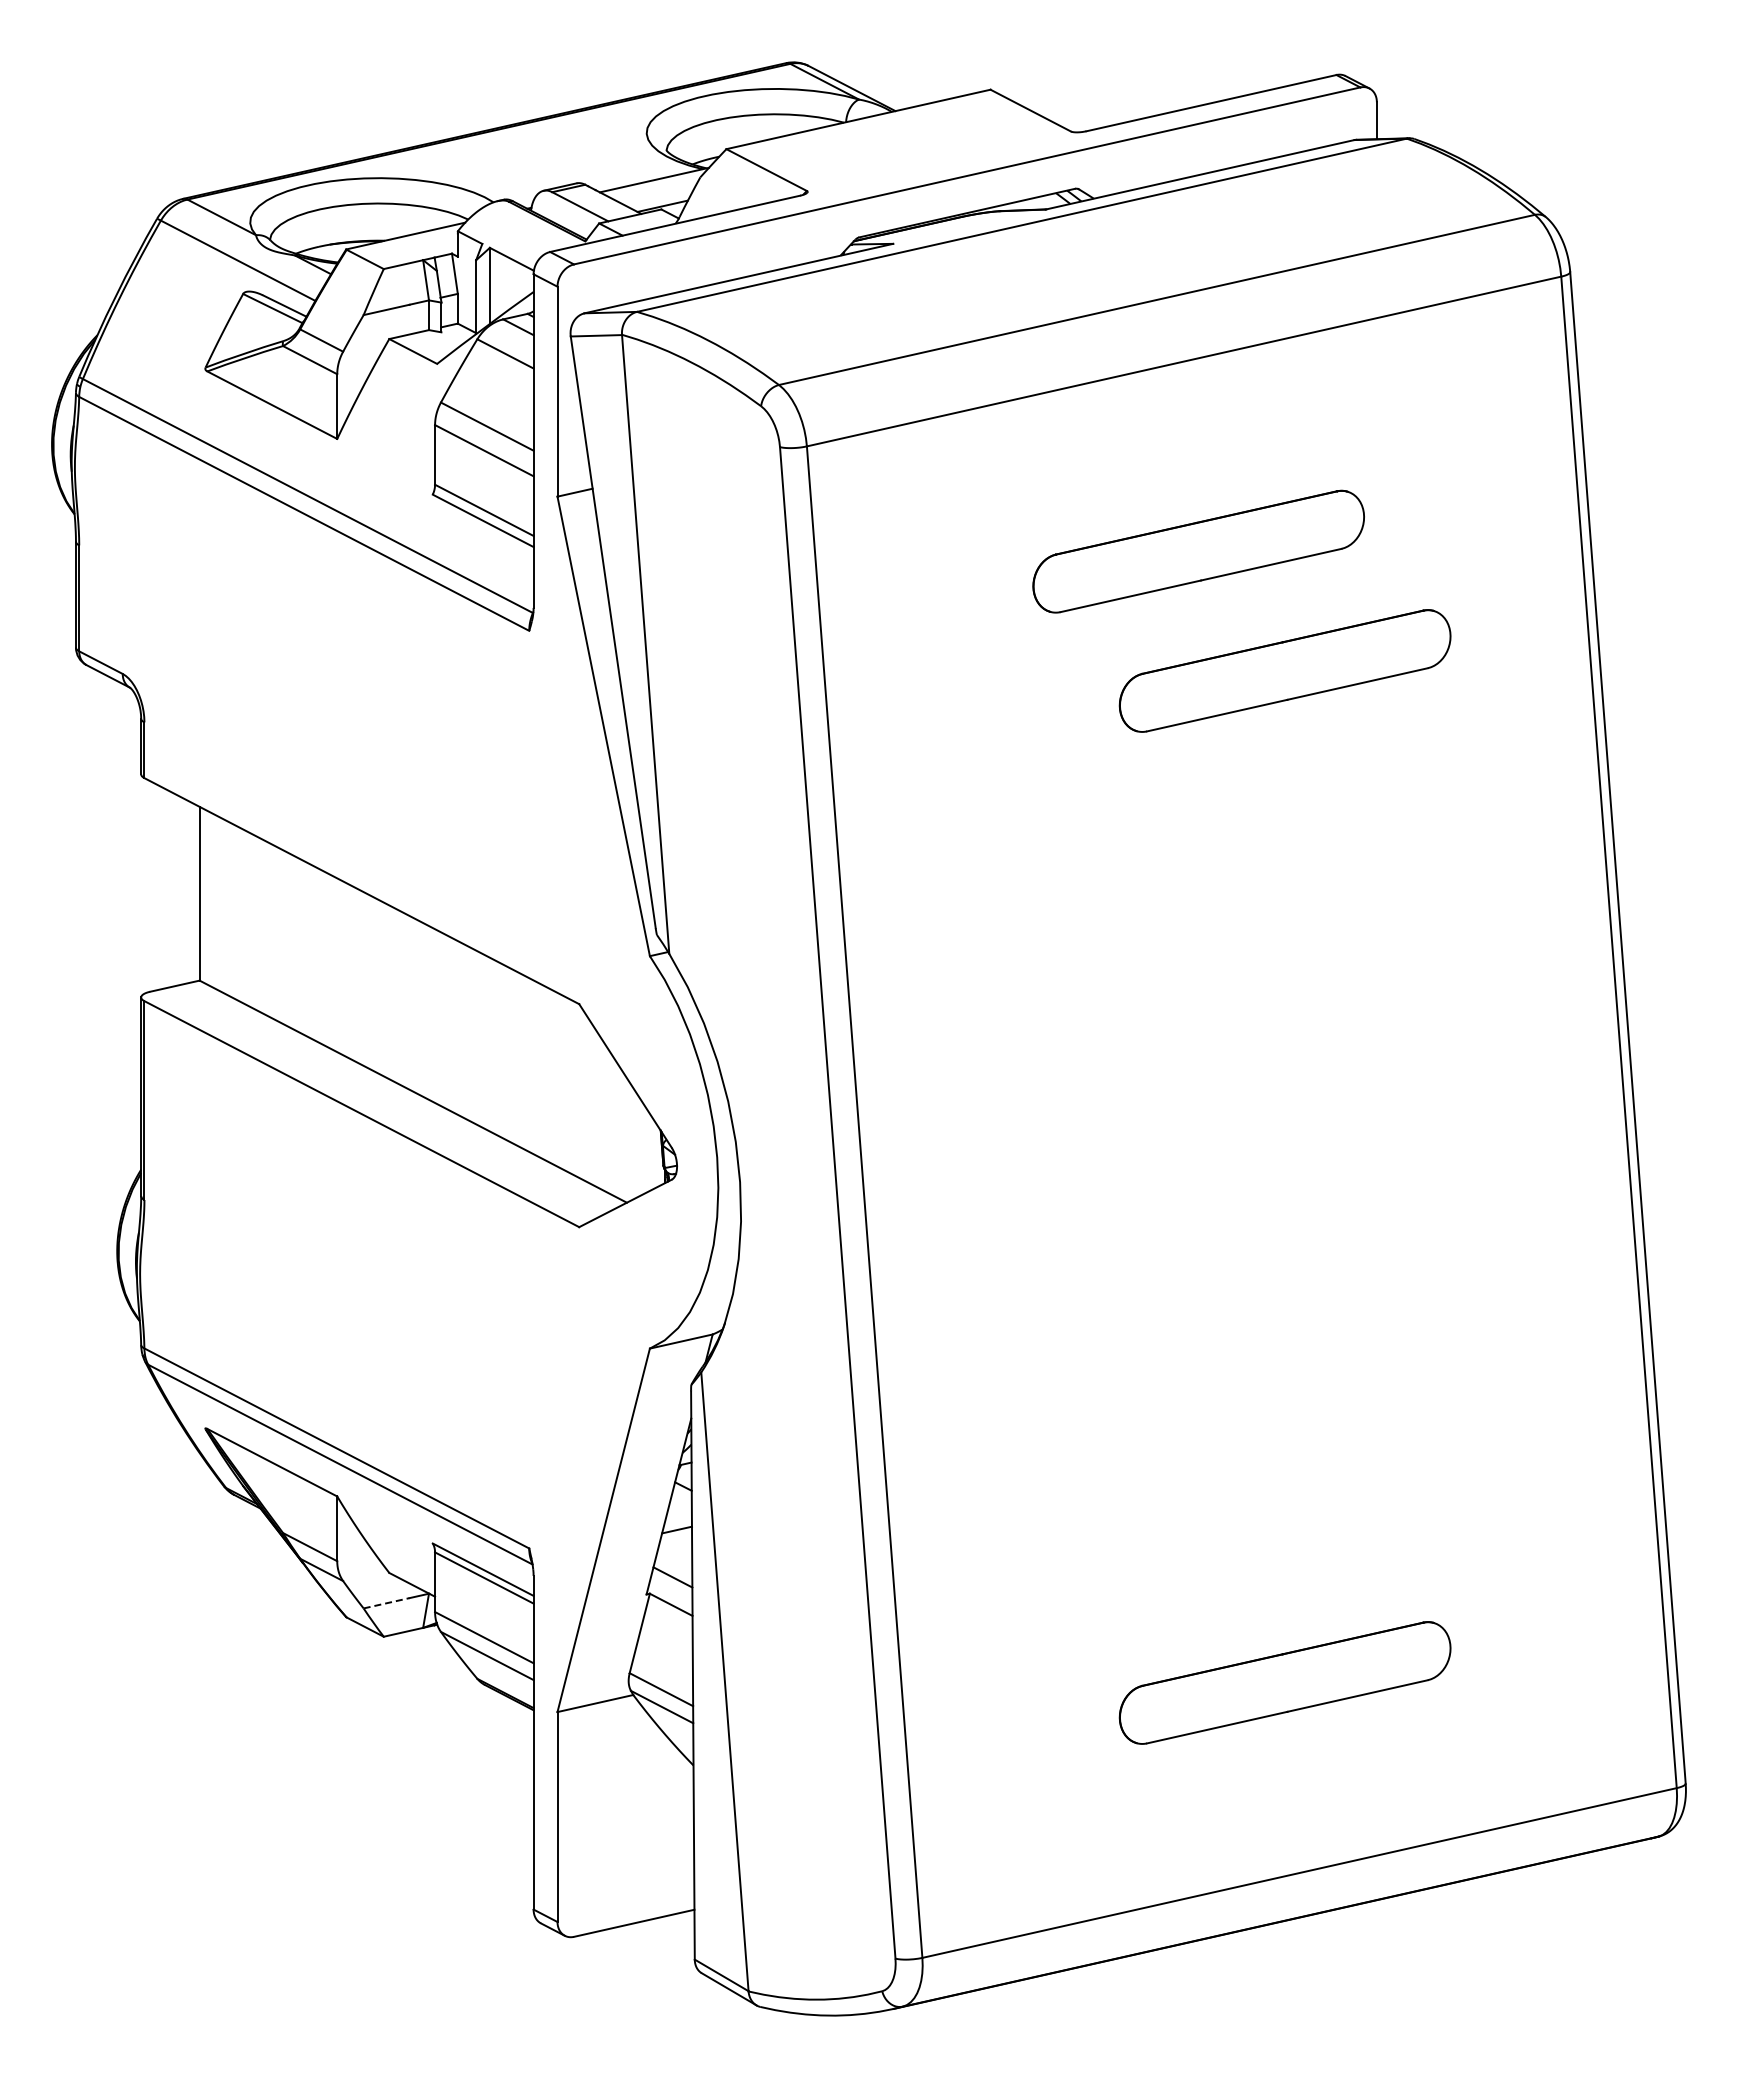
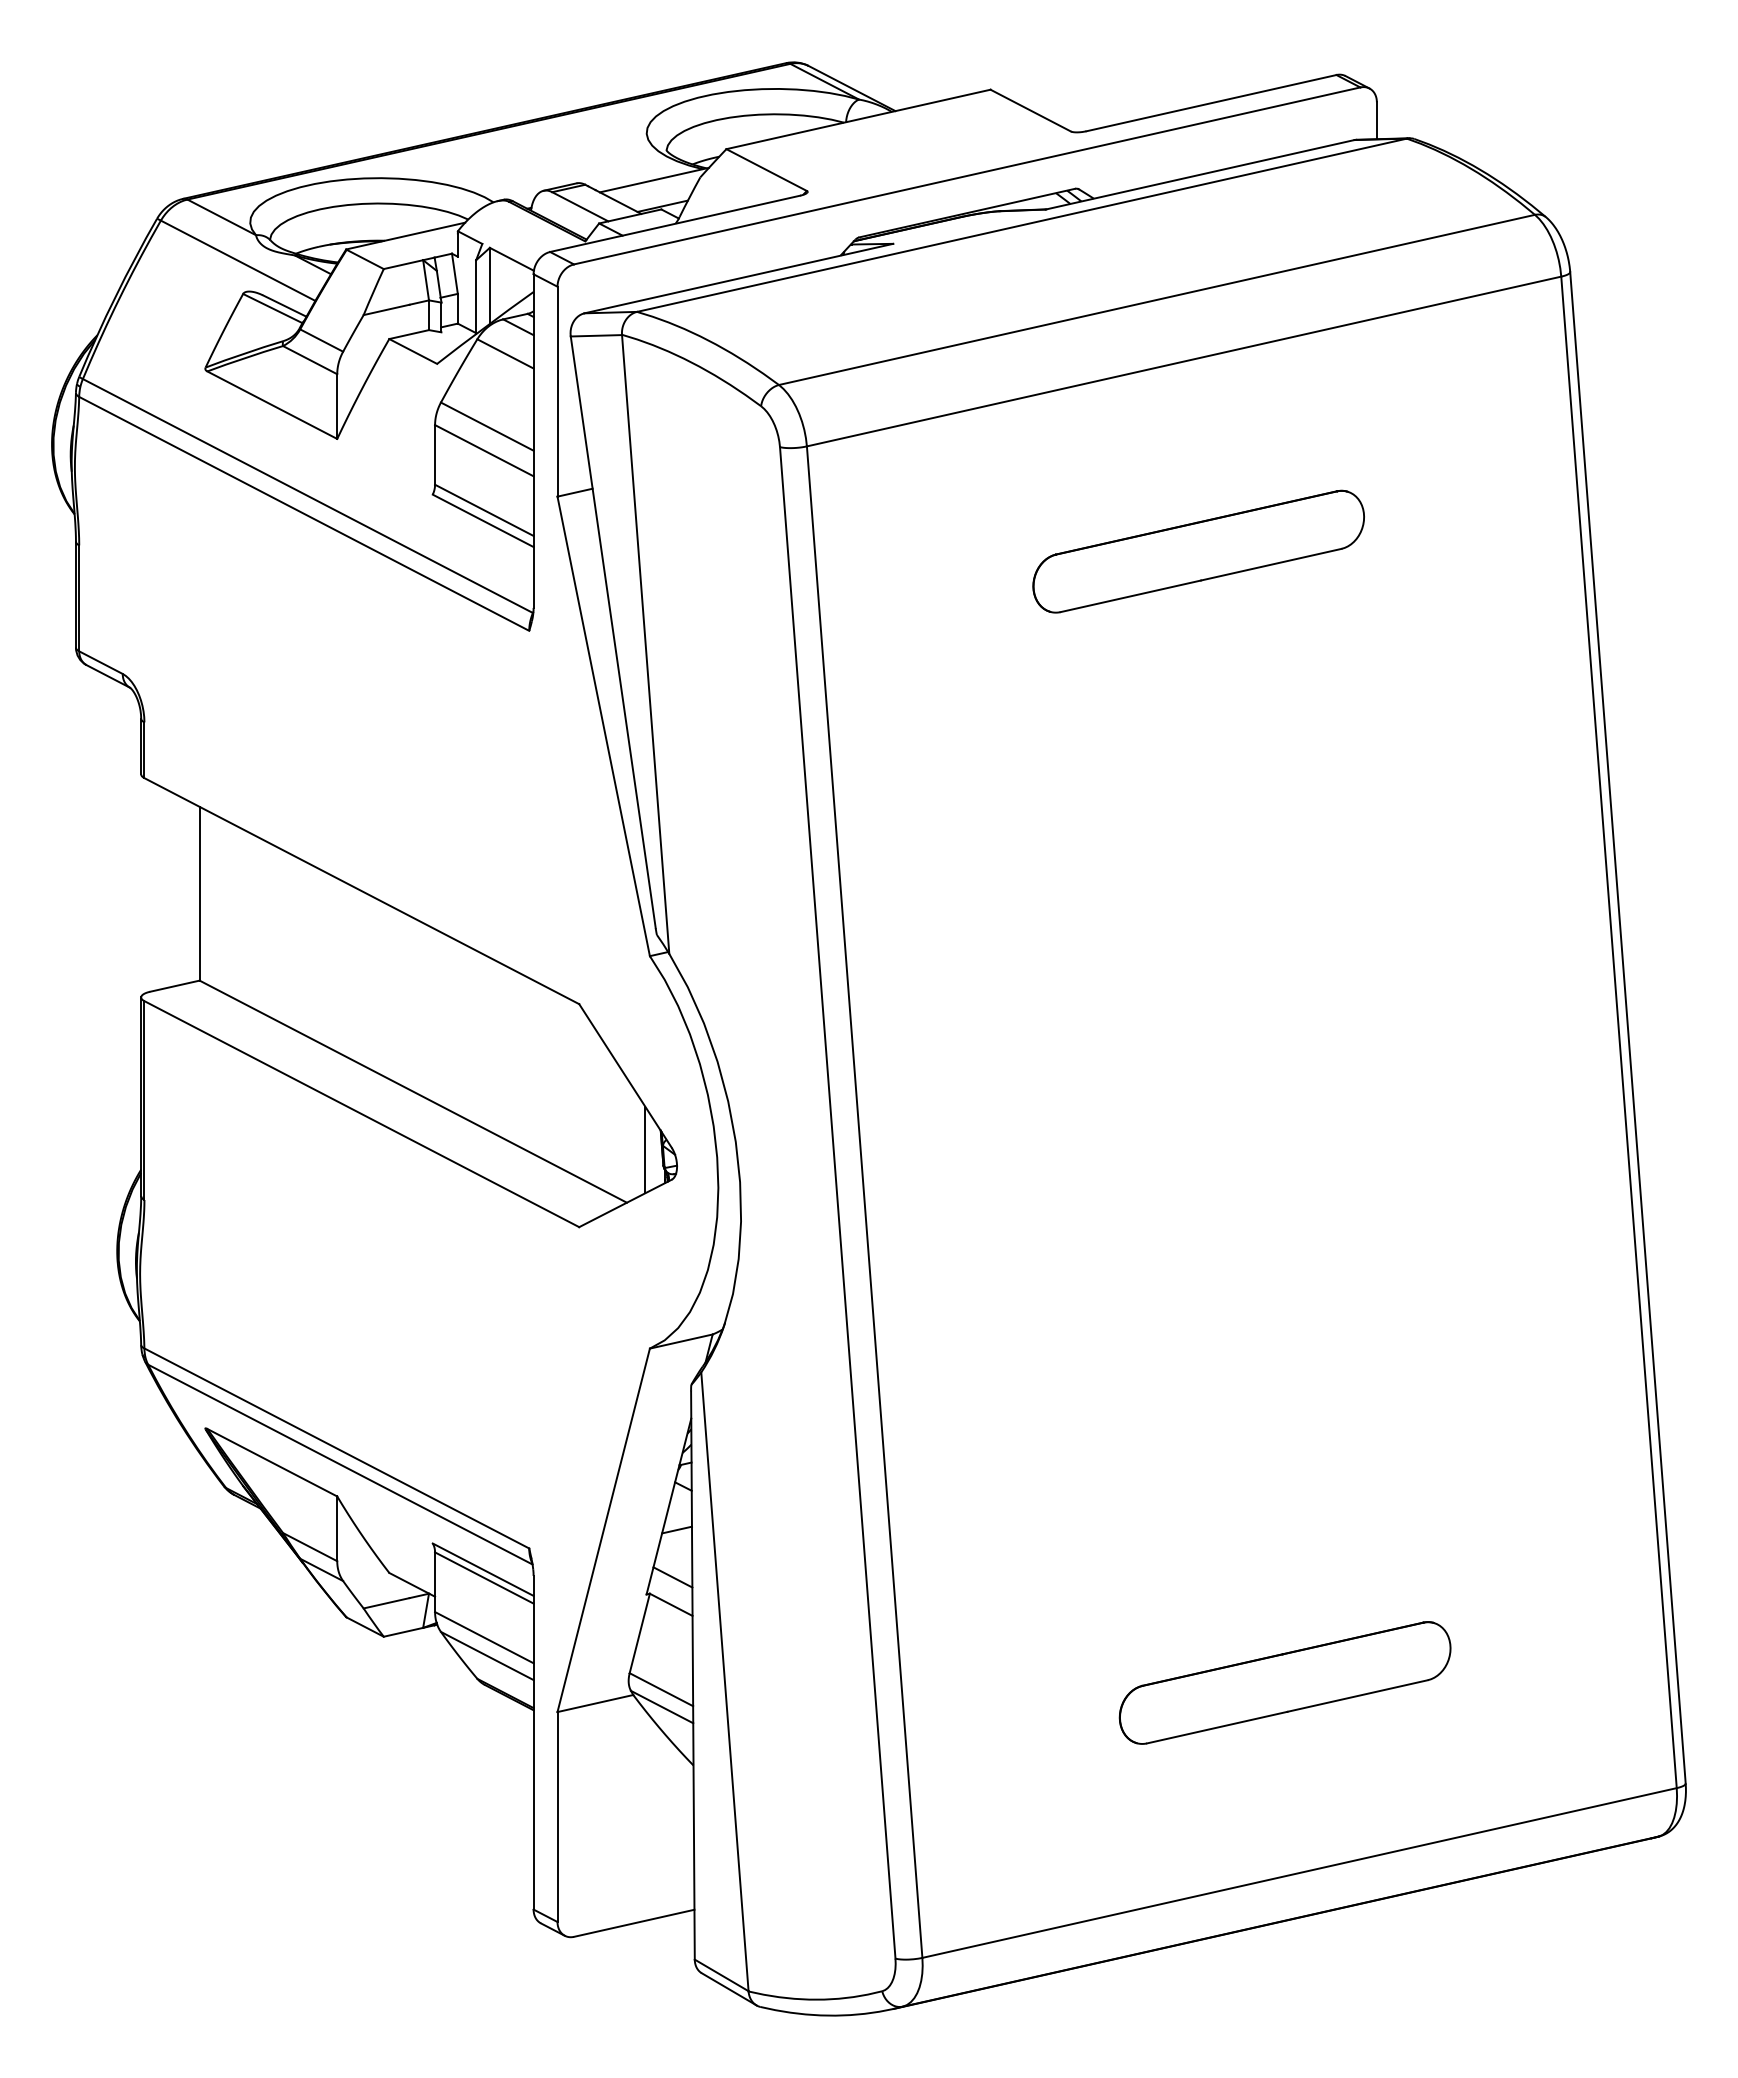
part at (1284, 670): present -> none
line at (645, 1149): none -> present
line at (386, 1603): dashed -> solid
